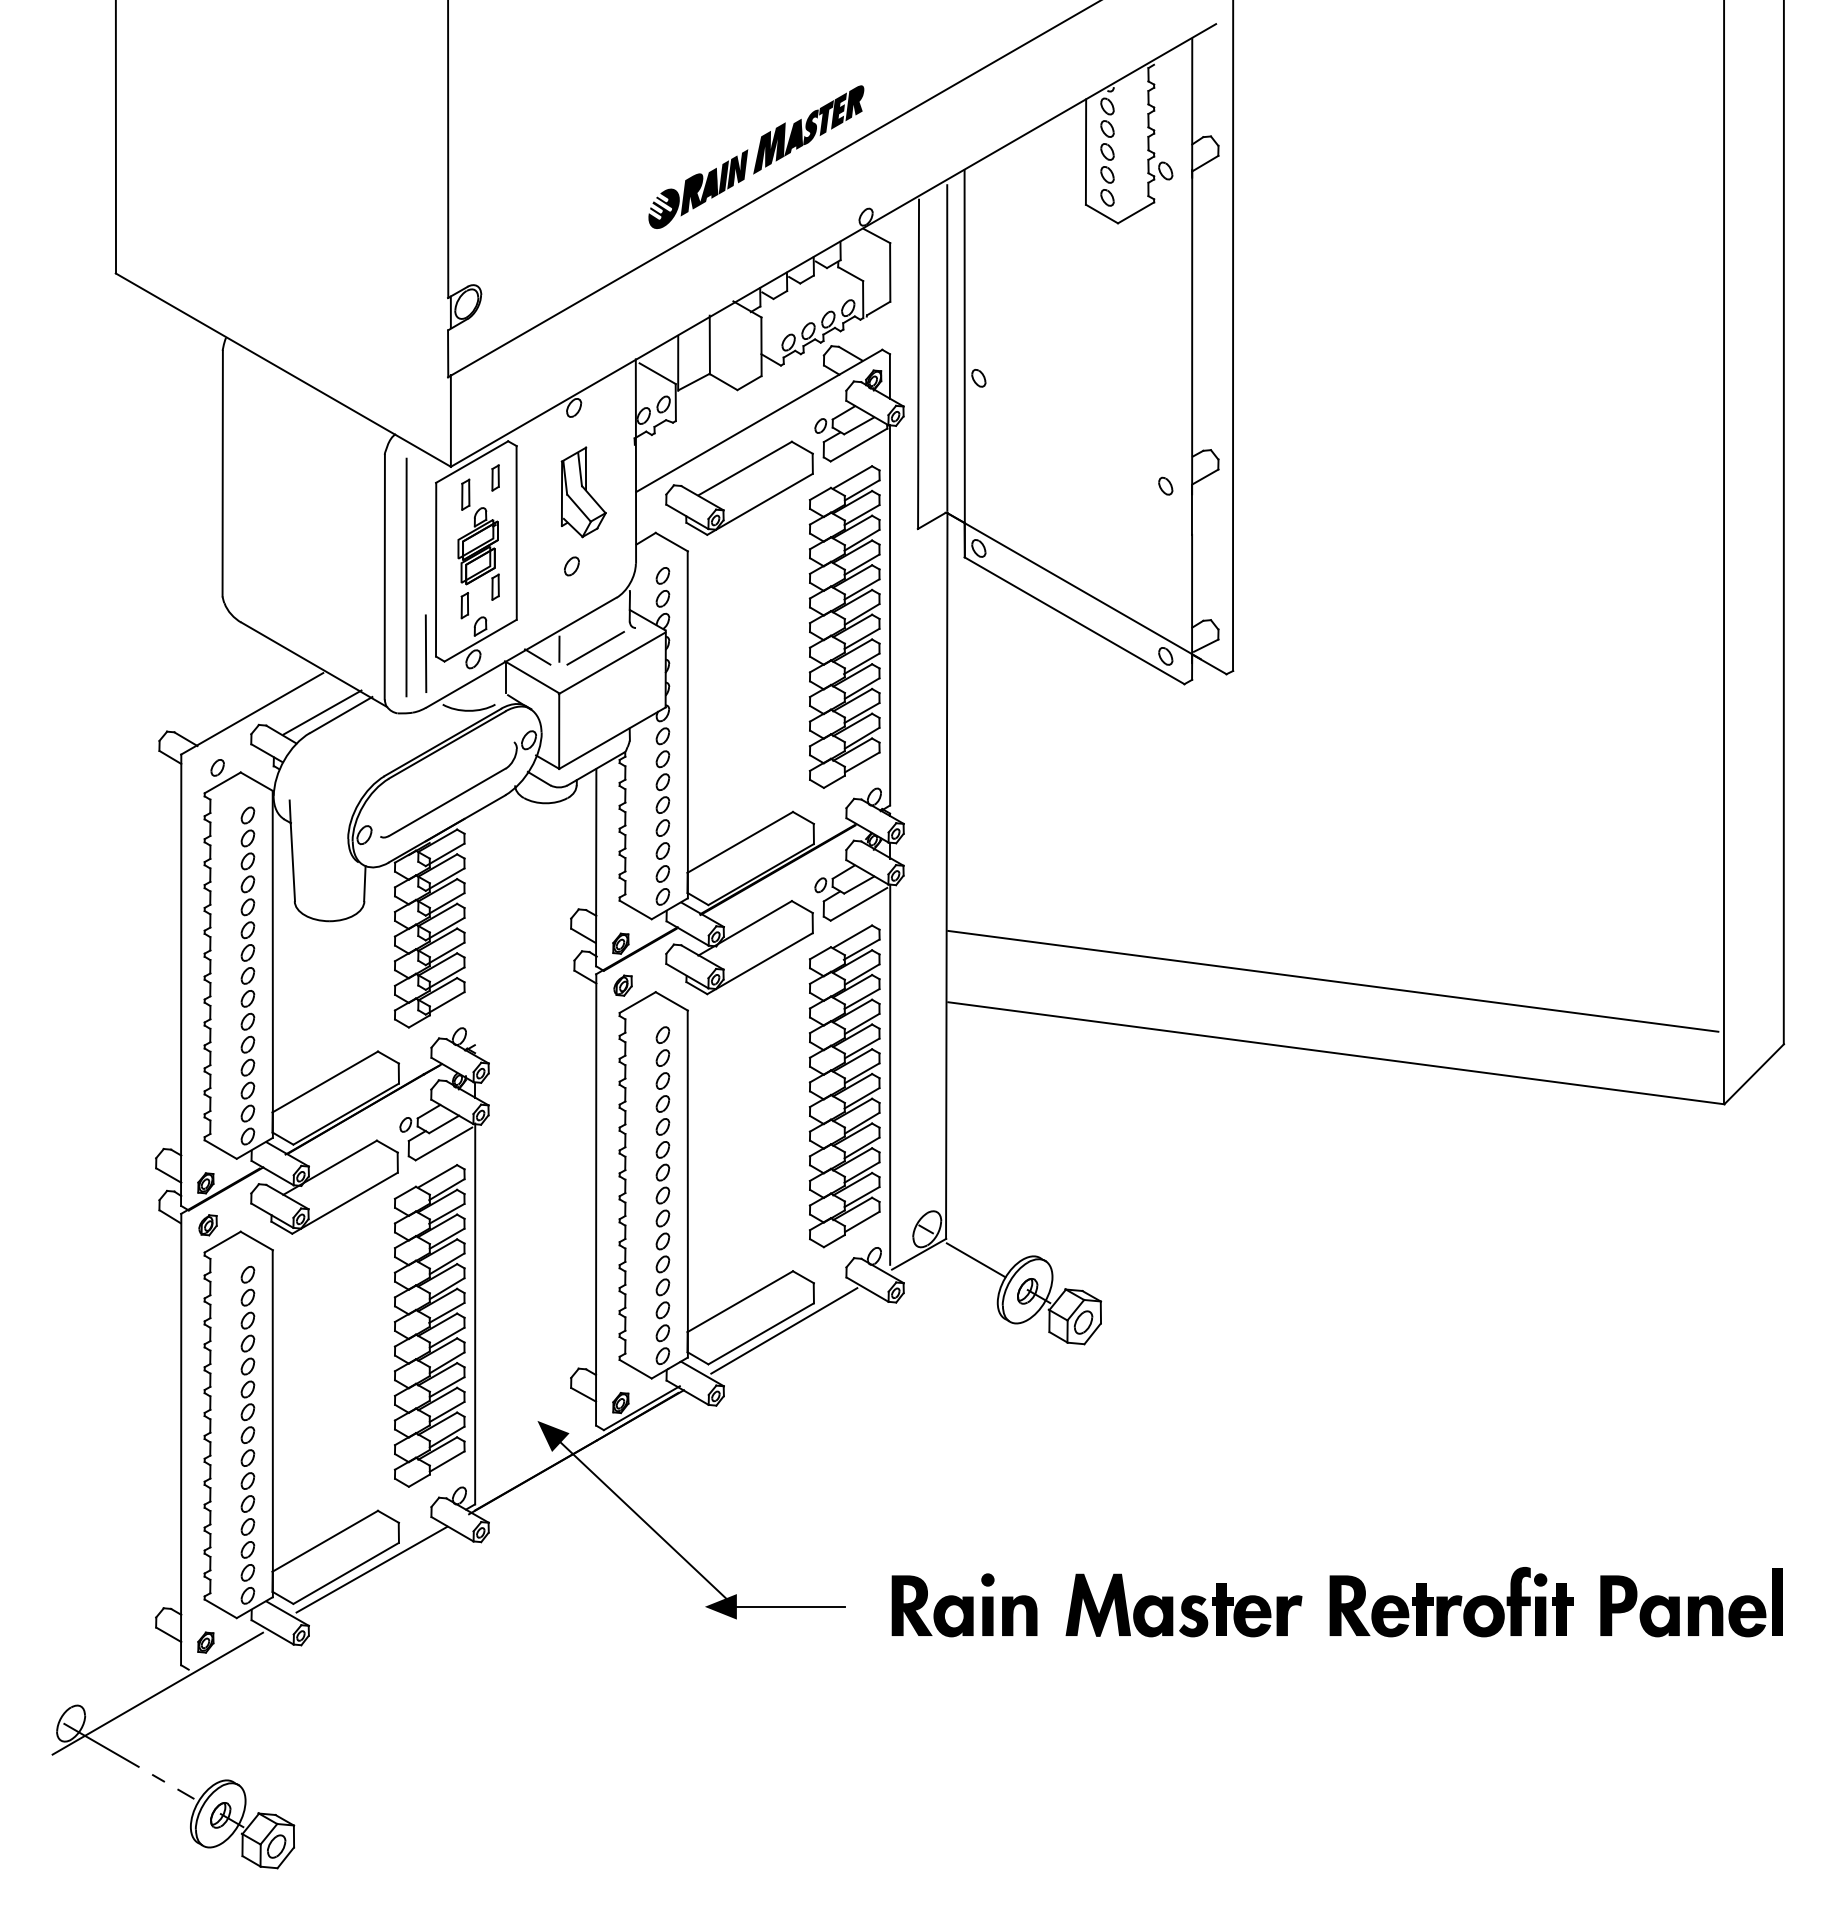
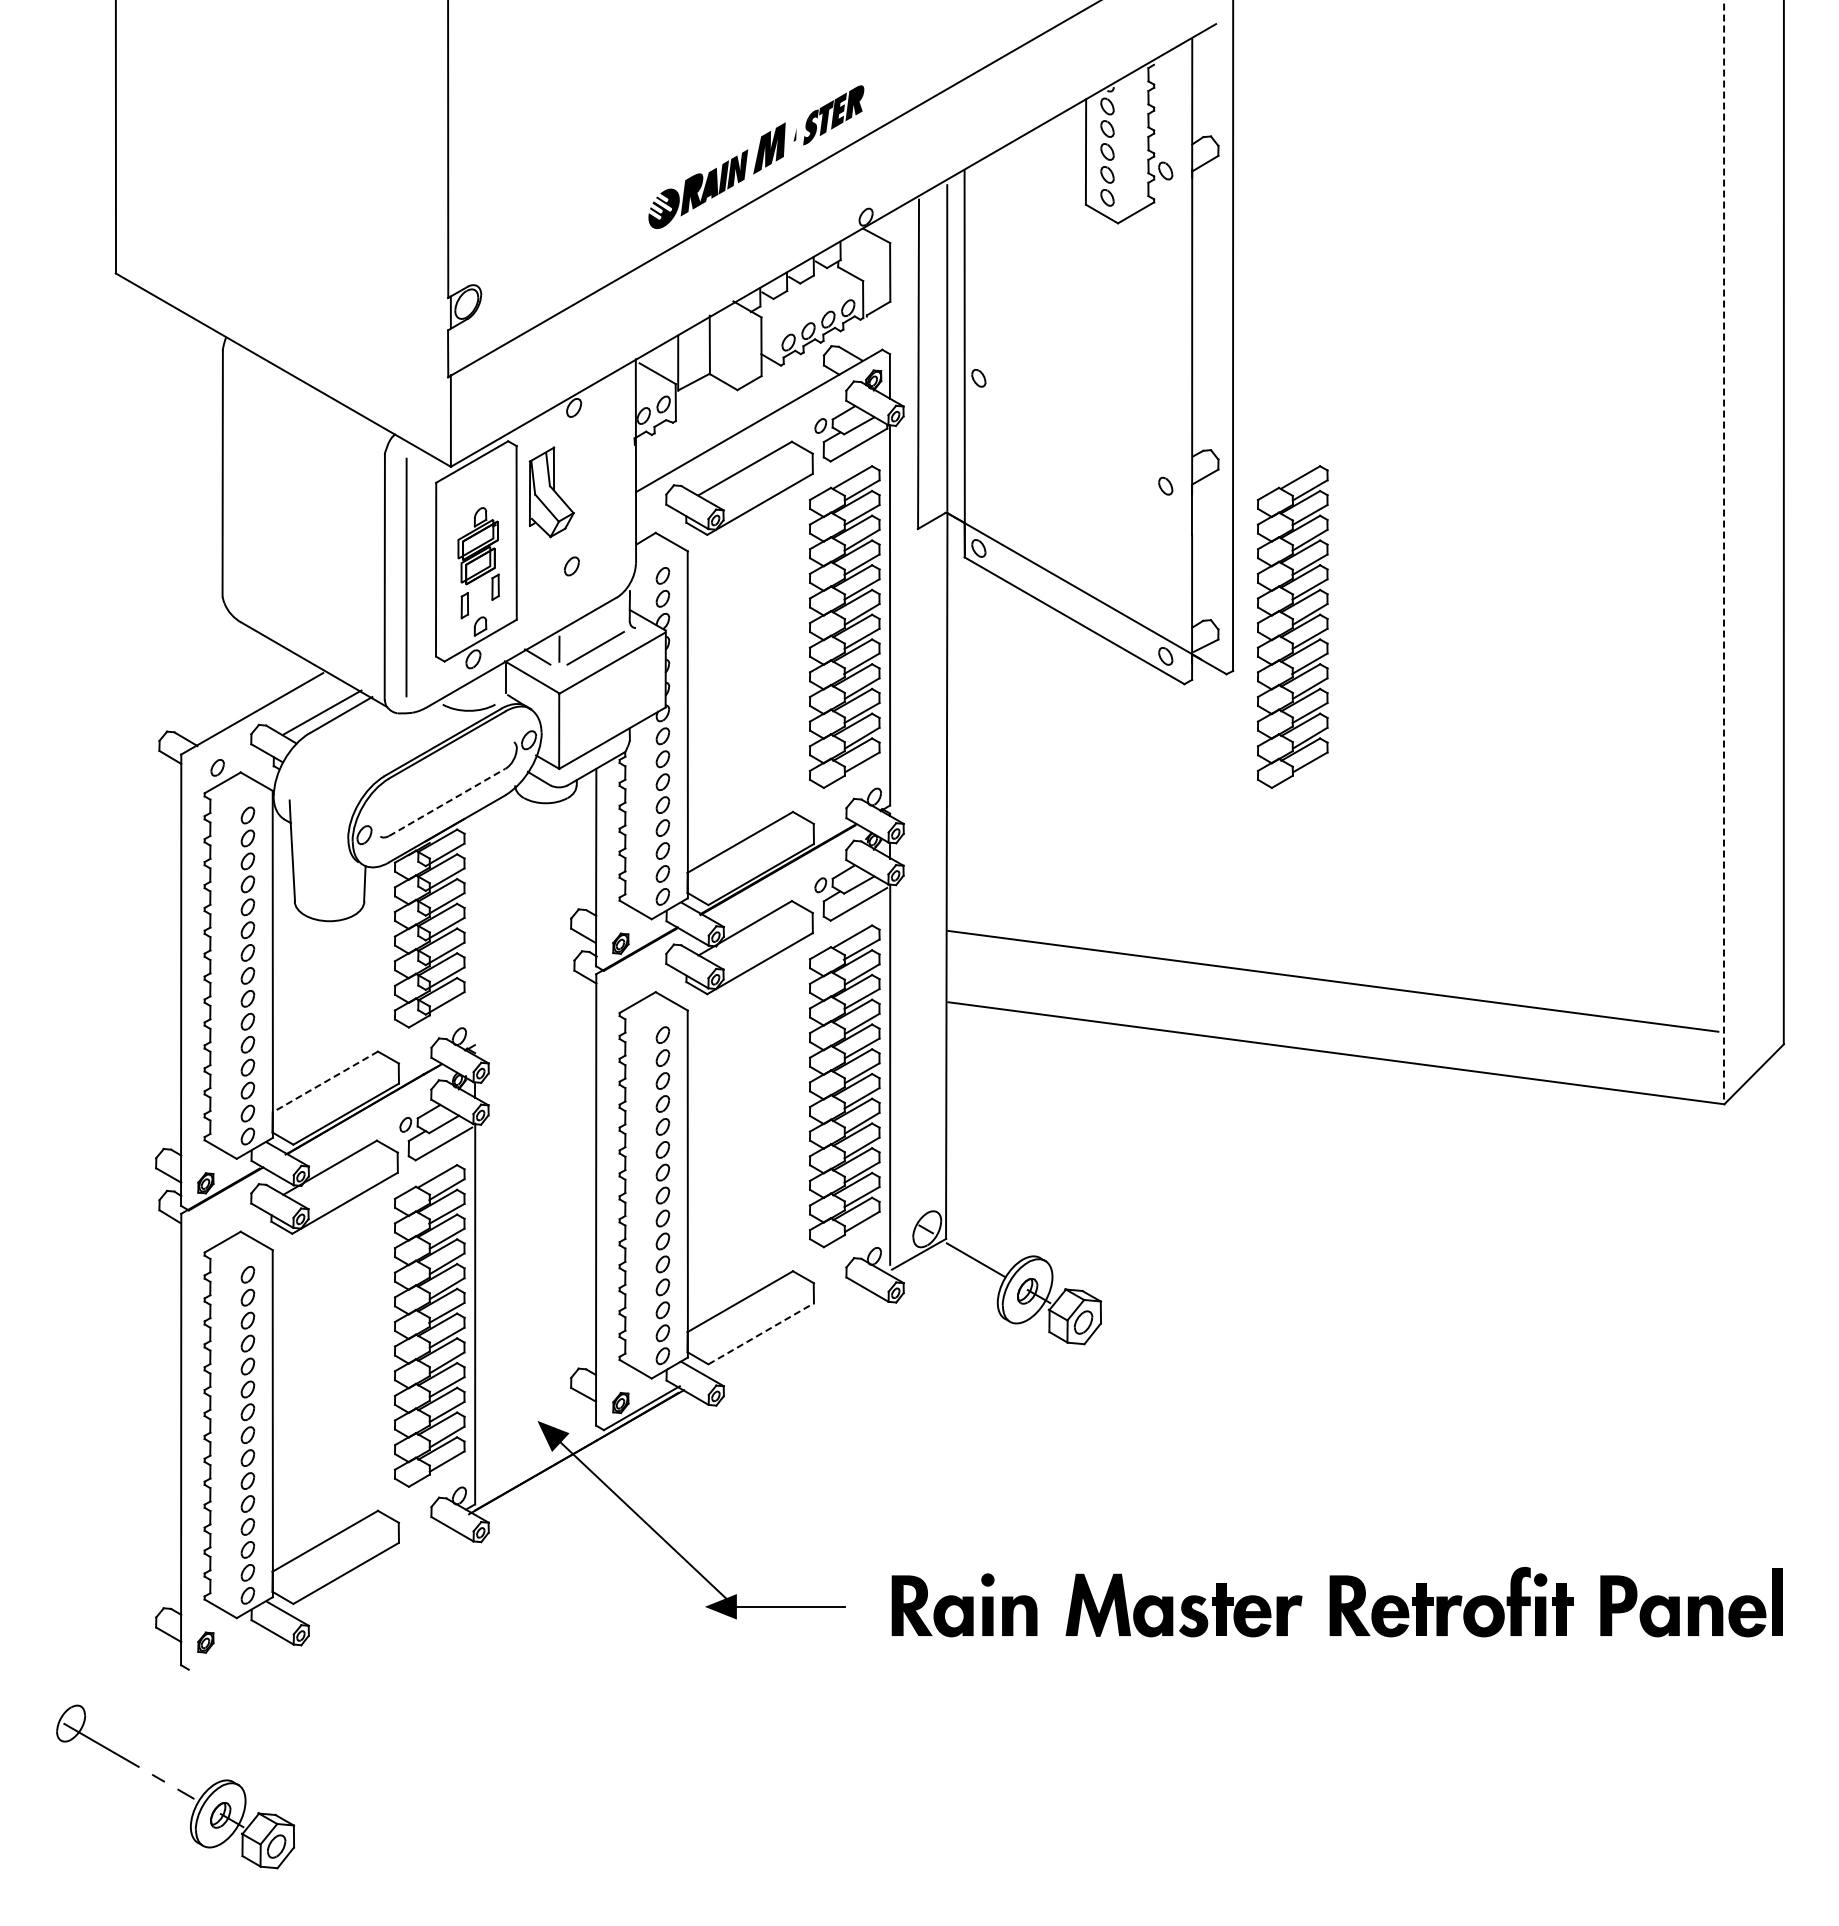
fill at (793, 137): present -> none
part at (495, 477): present -> none
part at (583, 492) position: (583, 492) -> (551, 492)
part at (465, 494): present -> none
line at (1724, 552): solid -> dashed
part at (1292, 626): none -> present
line at (425, 653): present -> none
line at (447, 802): solid -> dashed
part at (622, 985): present -> none
line at (325, 1082): solid -> dashed
part at (207, 1225): present -> none
line at (784, 1330): present -> none
line at (761, 1333): solid -> dashed
line at (371, 1569): present -> none
line at (157, 1693): present -> none
